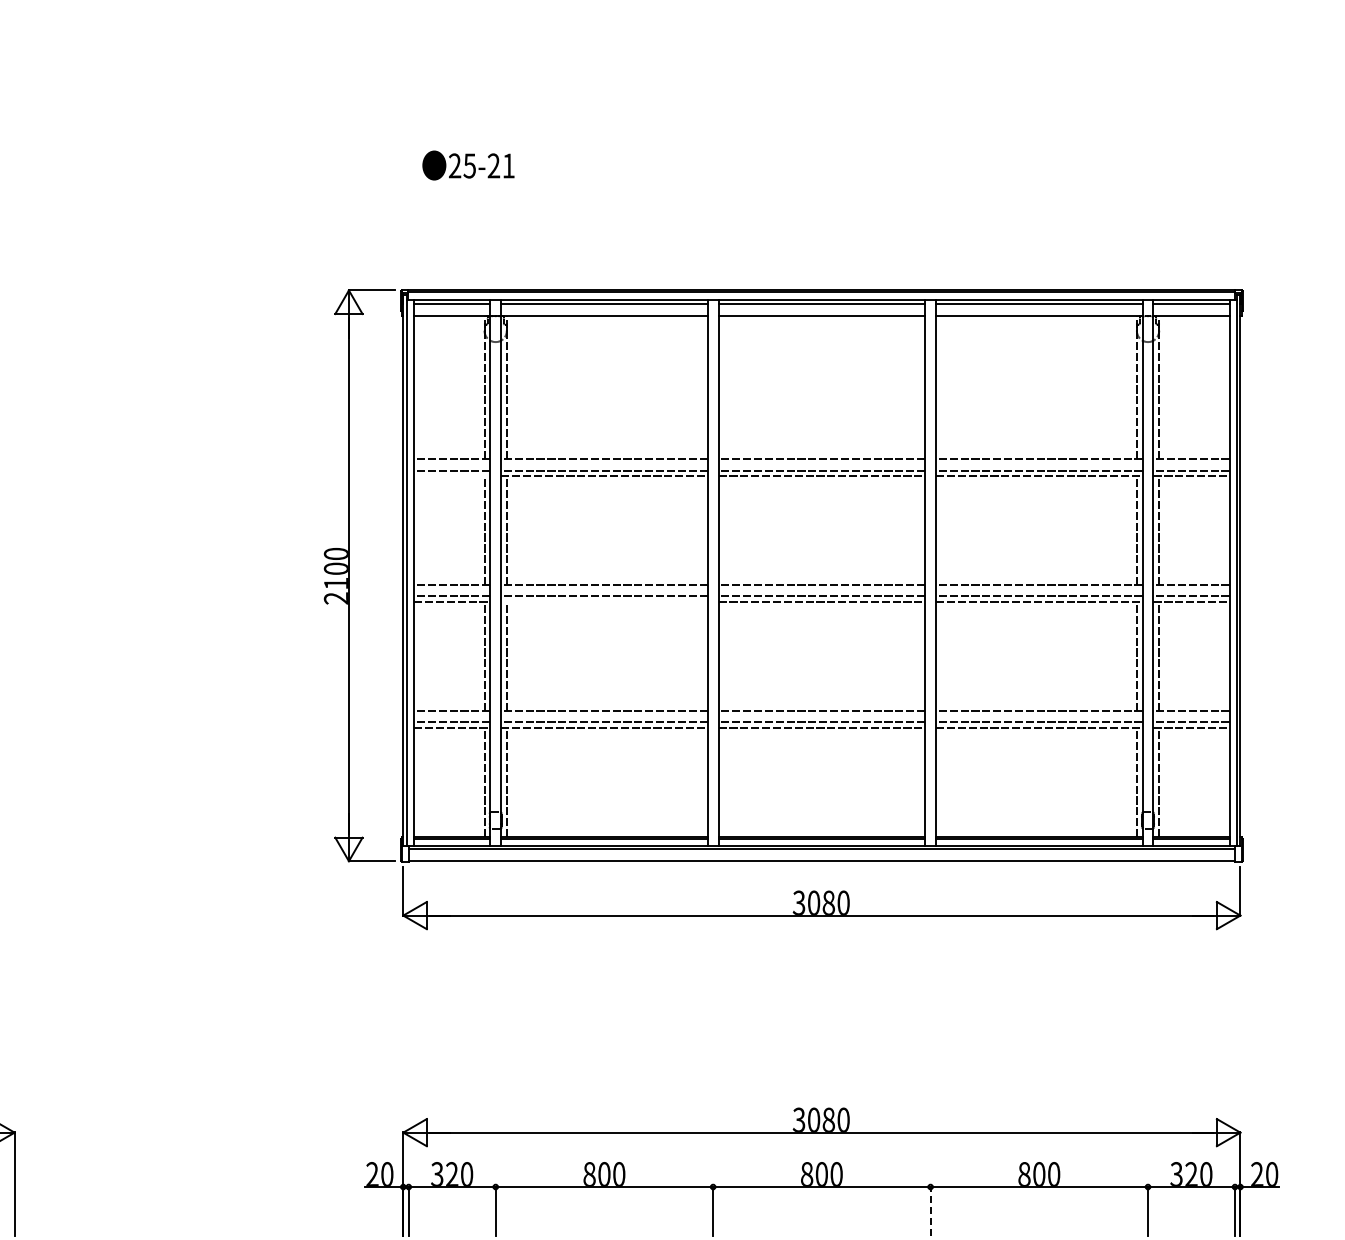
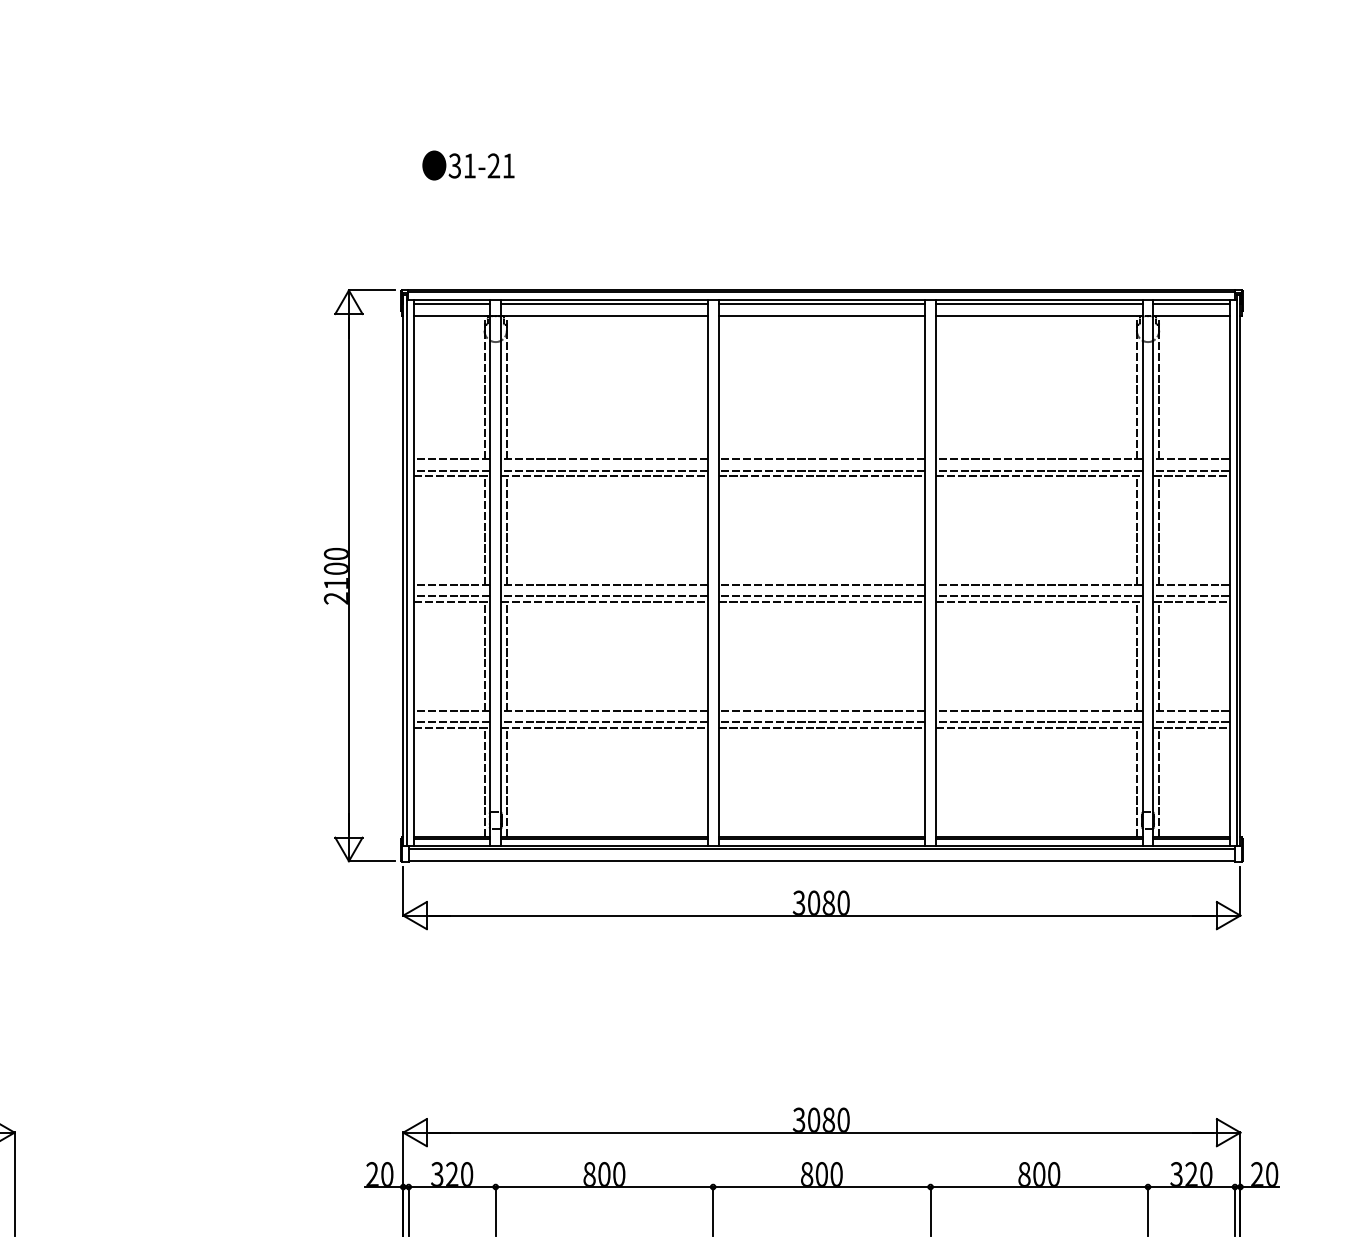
text at (461, 165): 25-21 -> 31-21
line at (452, 476): none -> present
line at (604, 602): none -> present
line at (930, 1210): dashed -> solid
